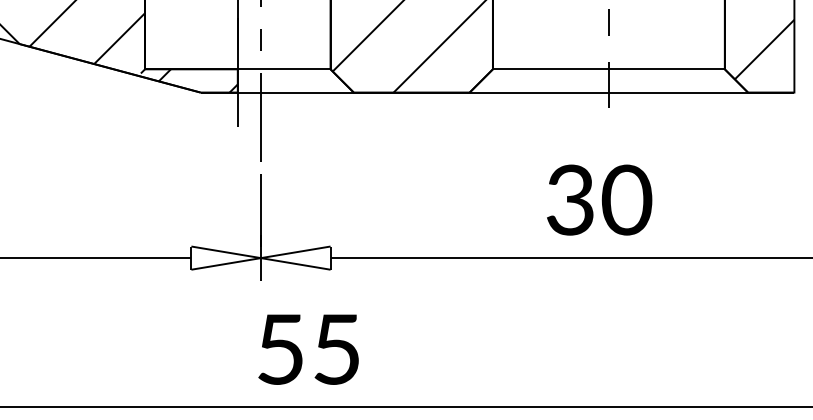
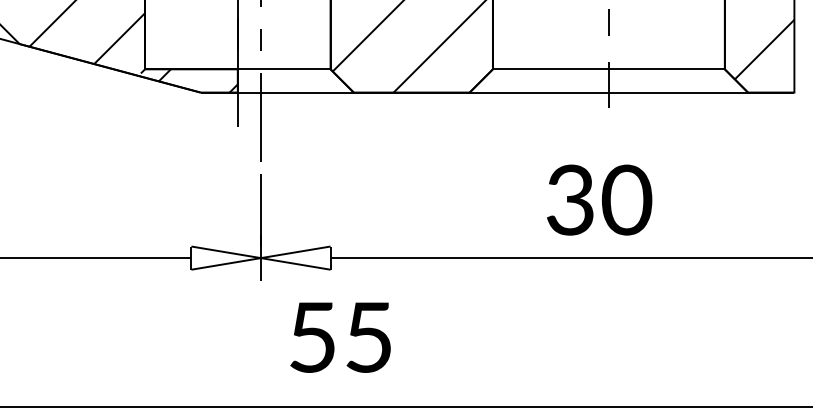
text at (308, 349) position: (308, 349) -> (340, 337)
